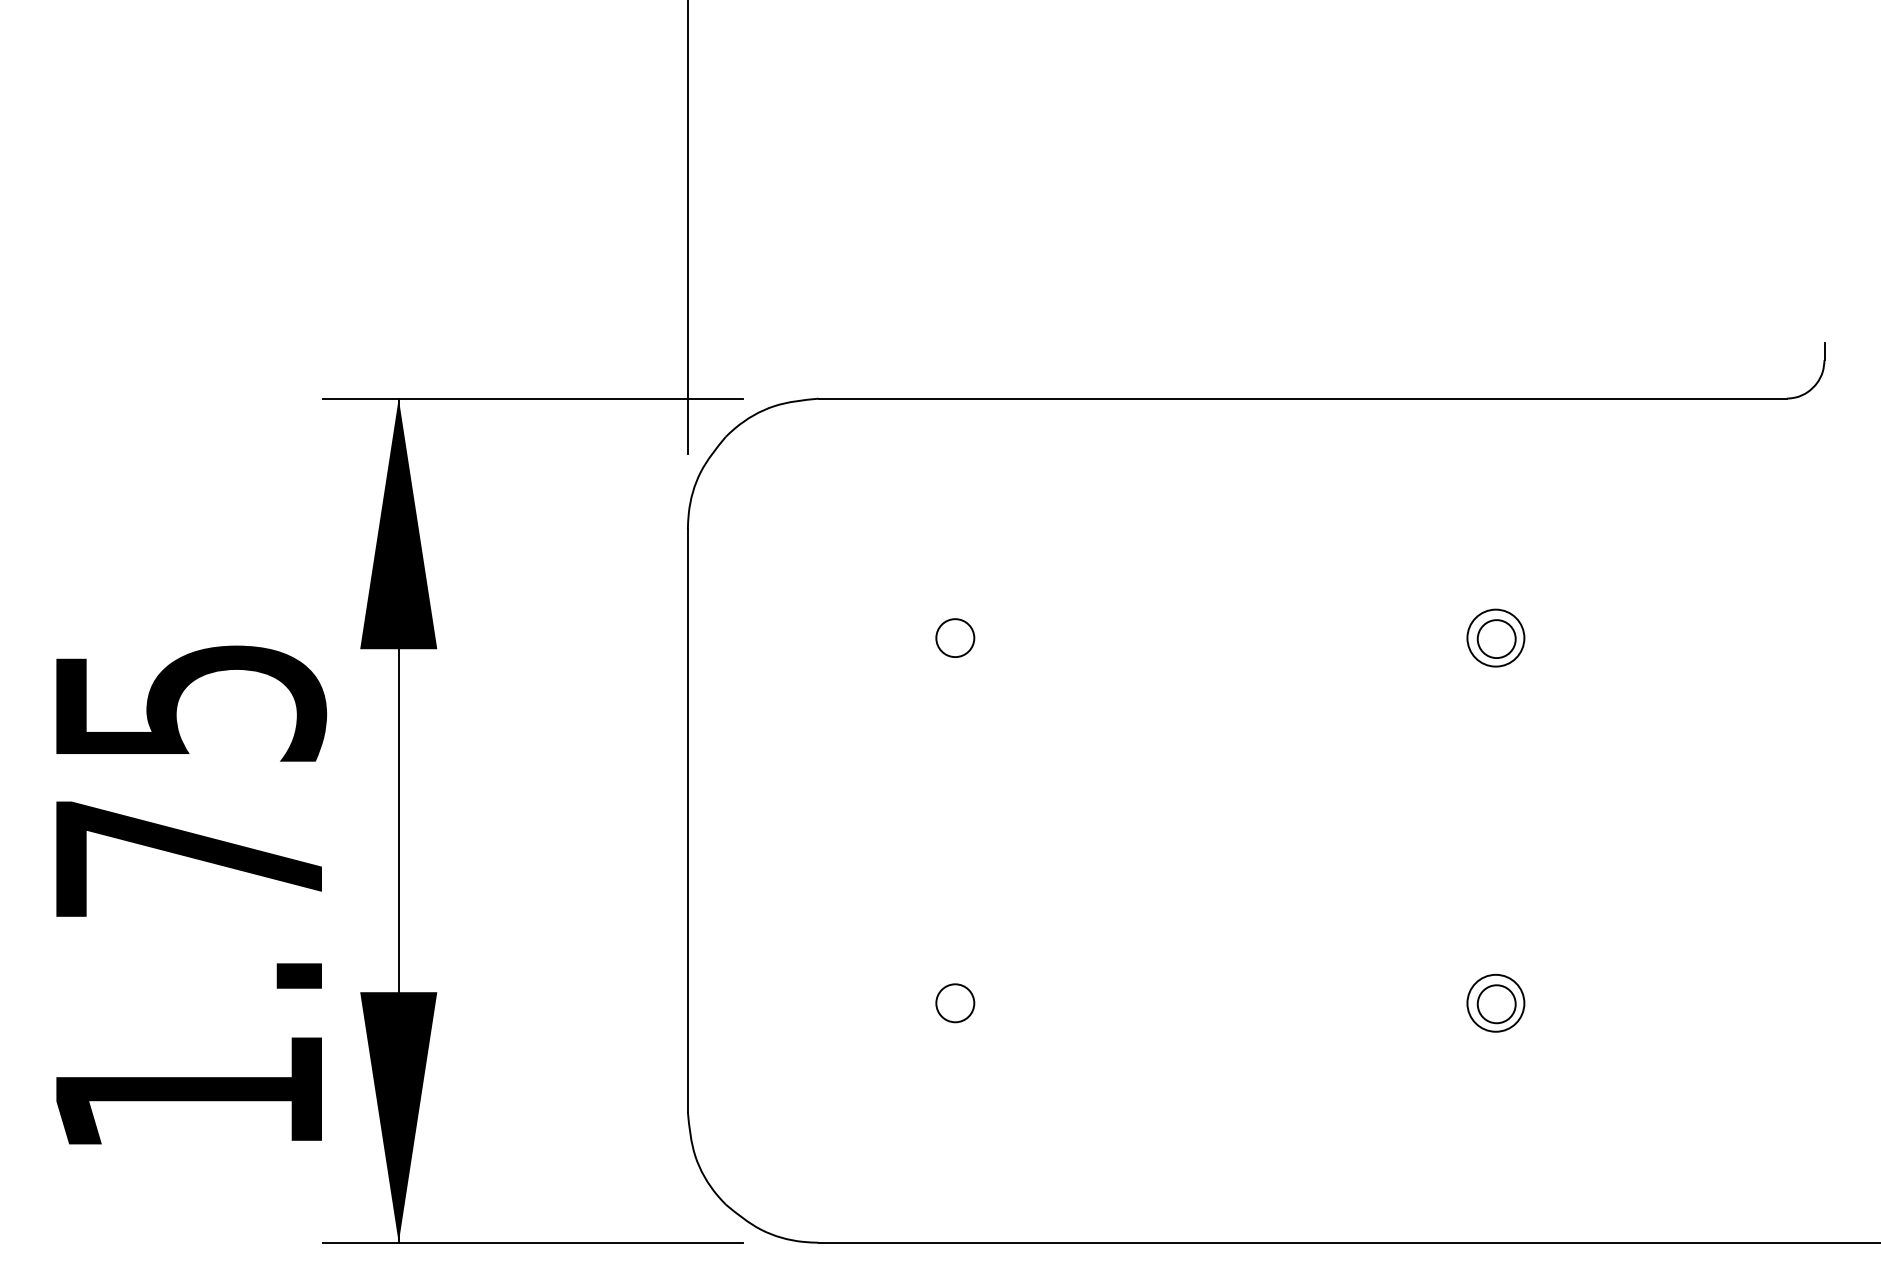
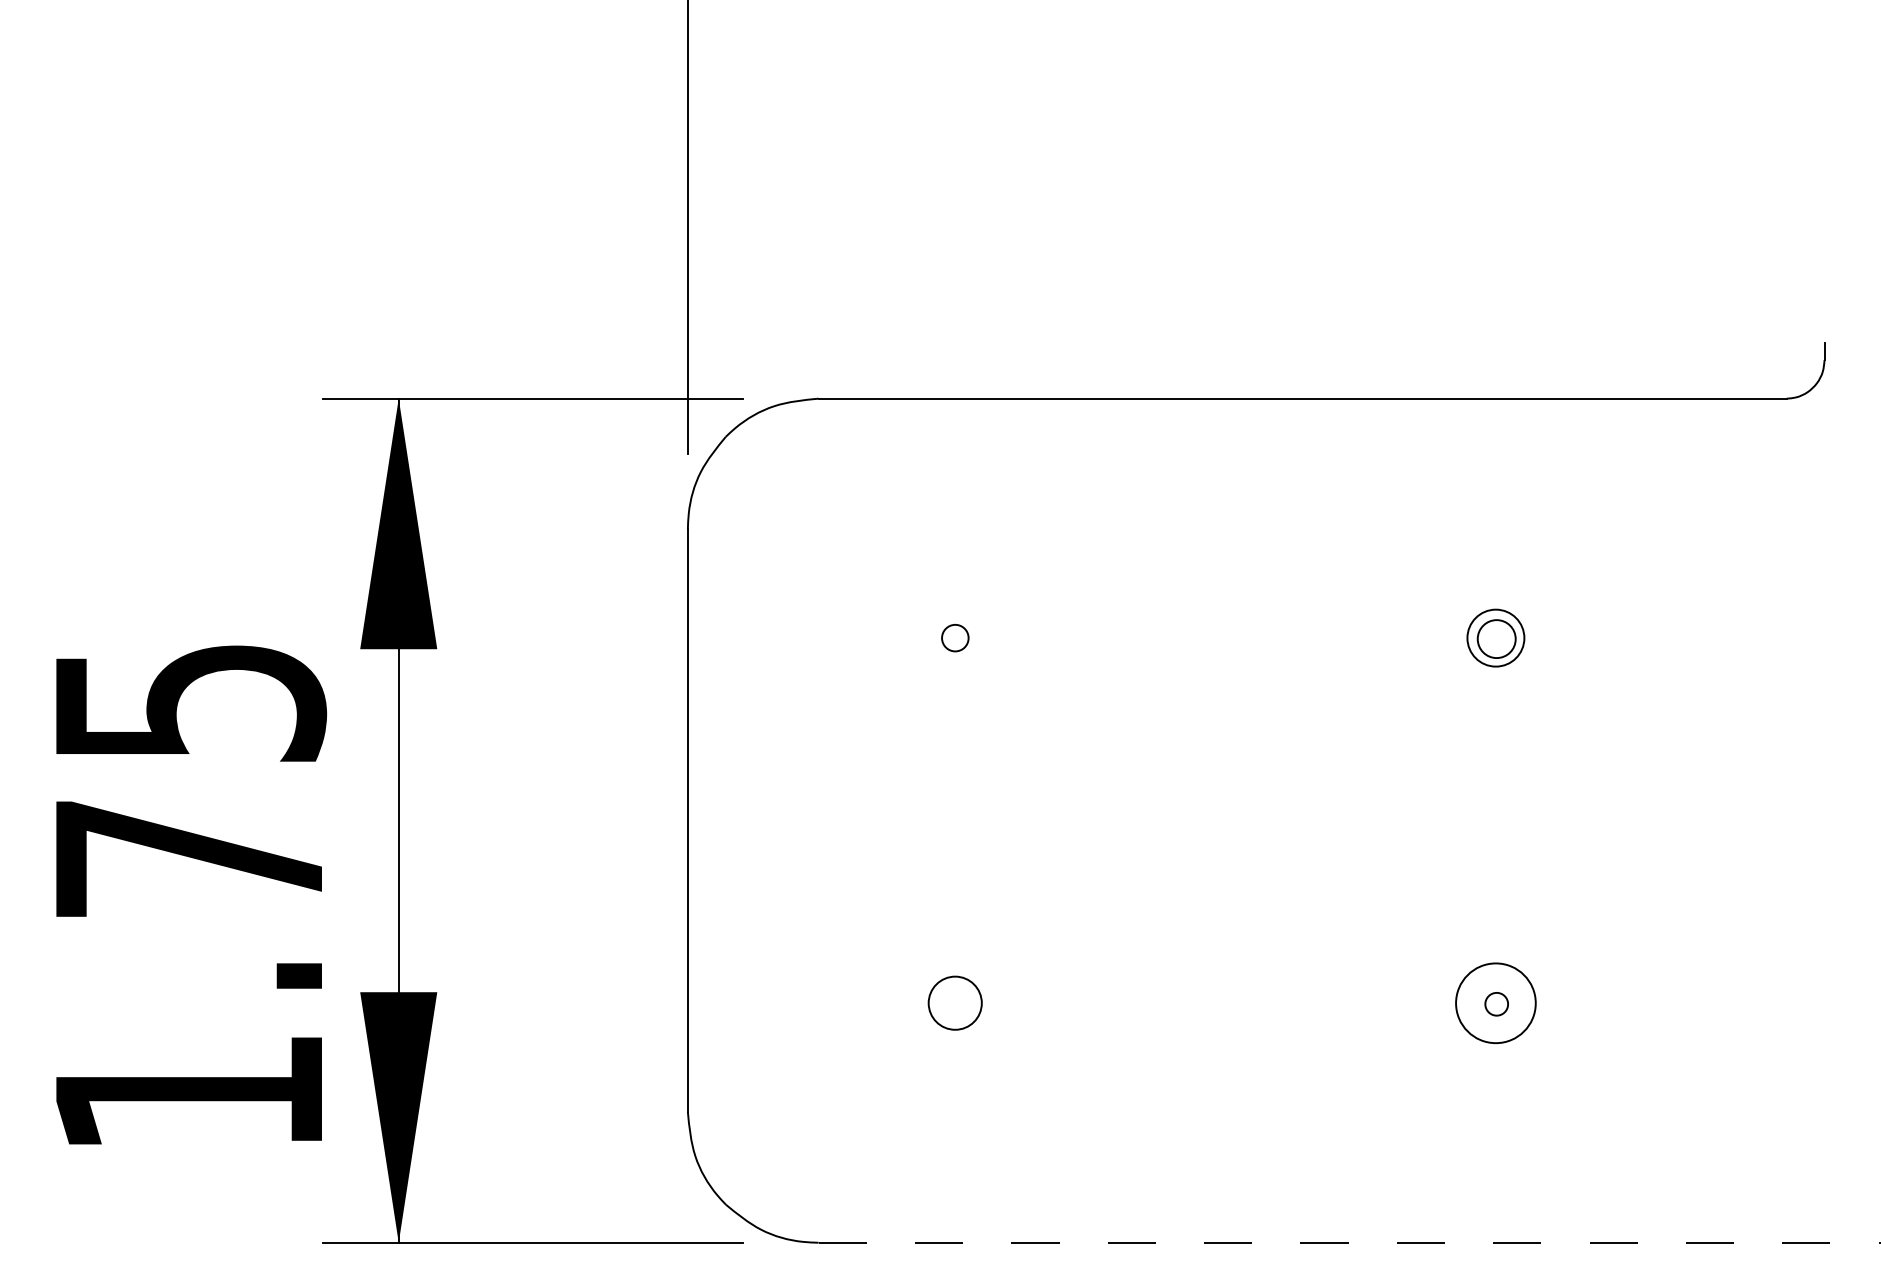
circle at (955, 638) diameter: 38 px -> 27 px
circle at (1495, 1002) diameter: 57 px -> 80 px
circle at (955, 1003) size: 41x41 px -> 56x56 px
circle at (1496, 1004) diameter: 38 px -> 23 px
line at (1349, 1242): solid -> dashed
